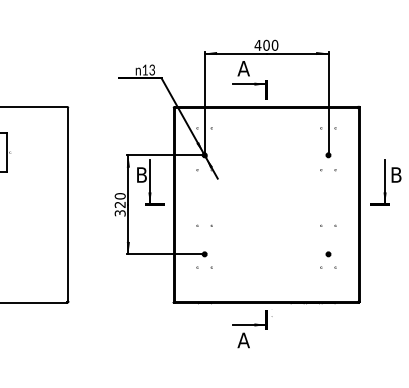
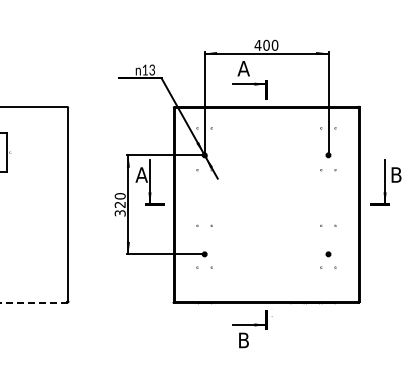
text at (141, 174): B -> A
line at (34, 302): solid -> dashed
text at (243, 340): A -> B
